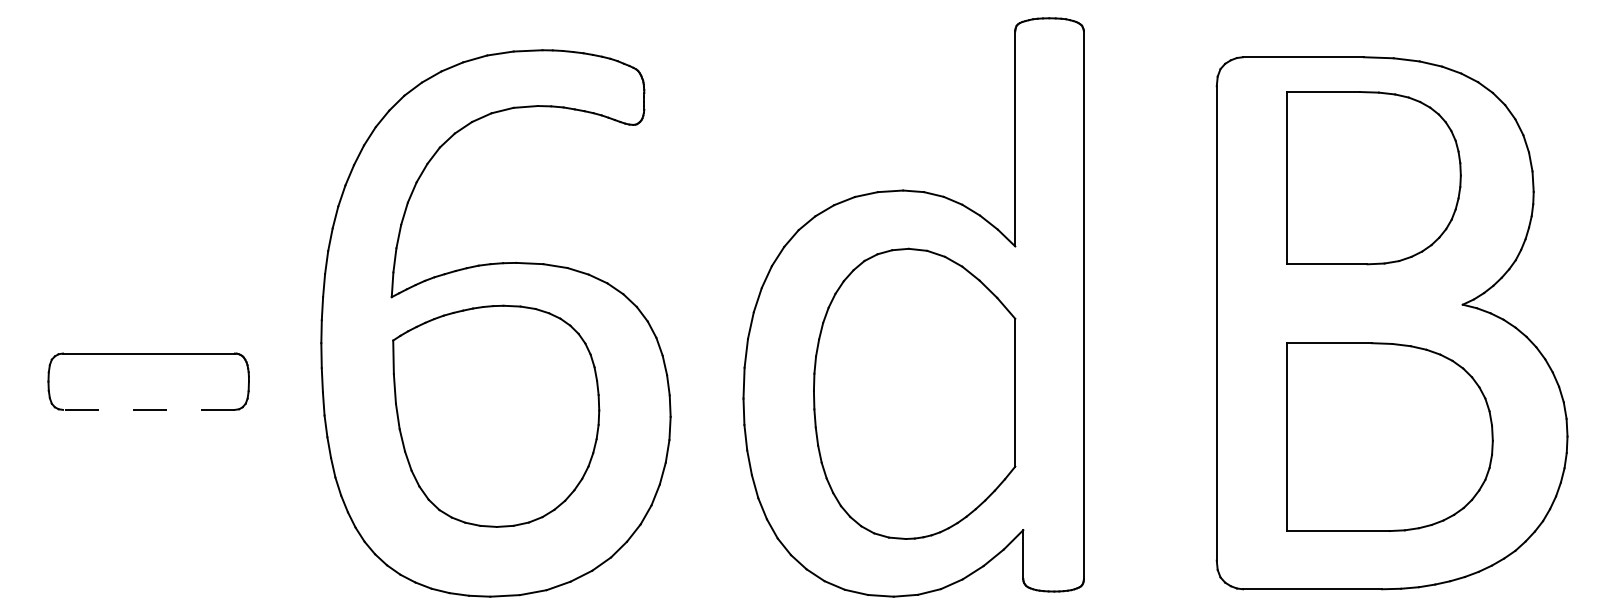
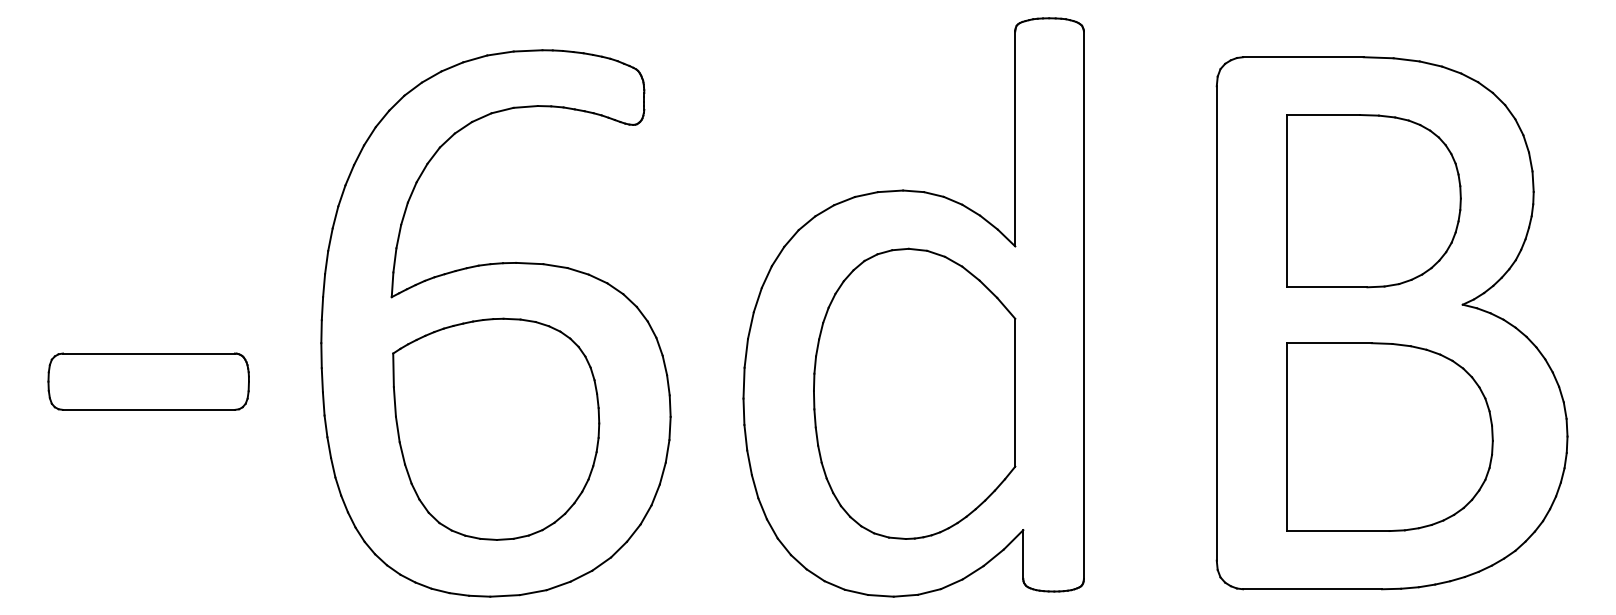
part at (1373, 178) position: (1373, 178) -> (1373, 201)
line at (148, 409): dashed -> solid
part at (496, 415) position: (496, 415) -> (496, 428)
